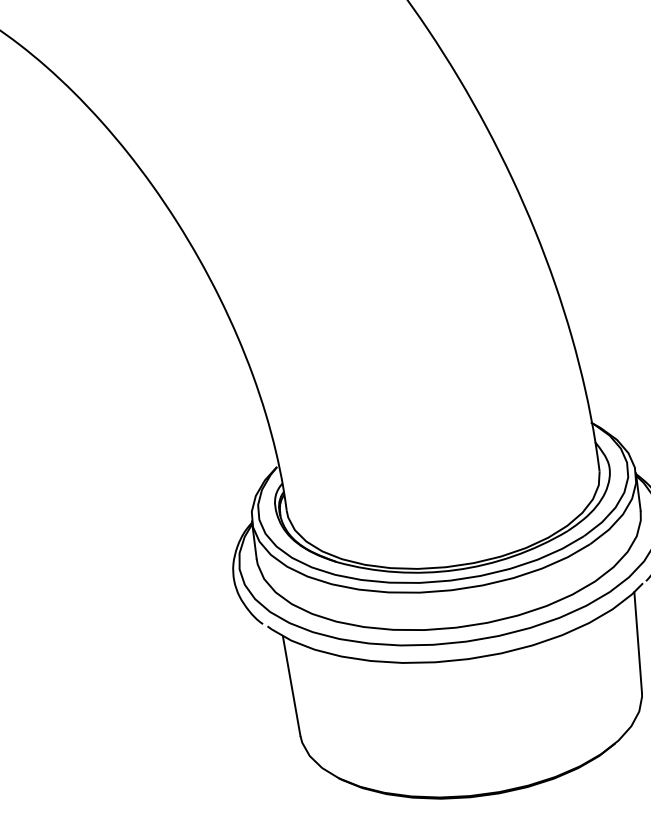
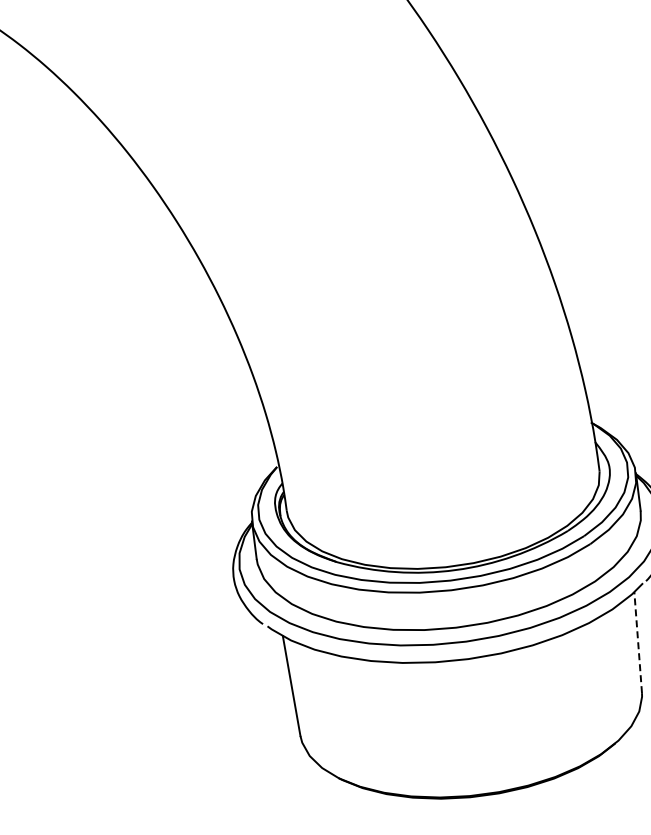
line at (638, 642): solid -> dashed
